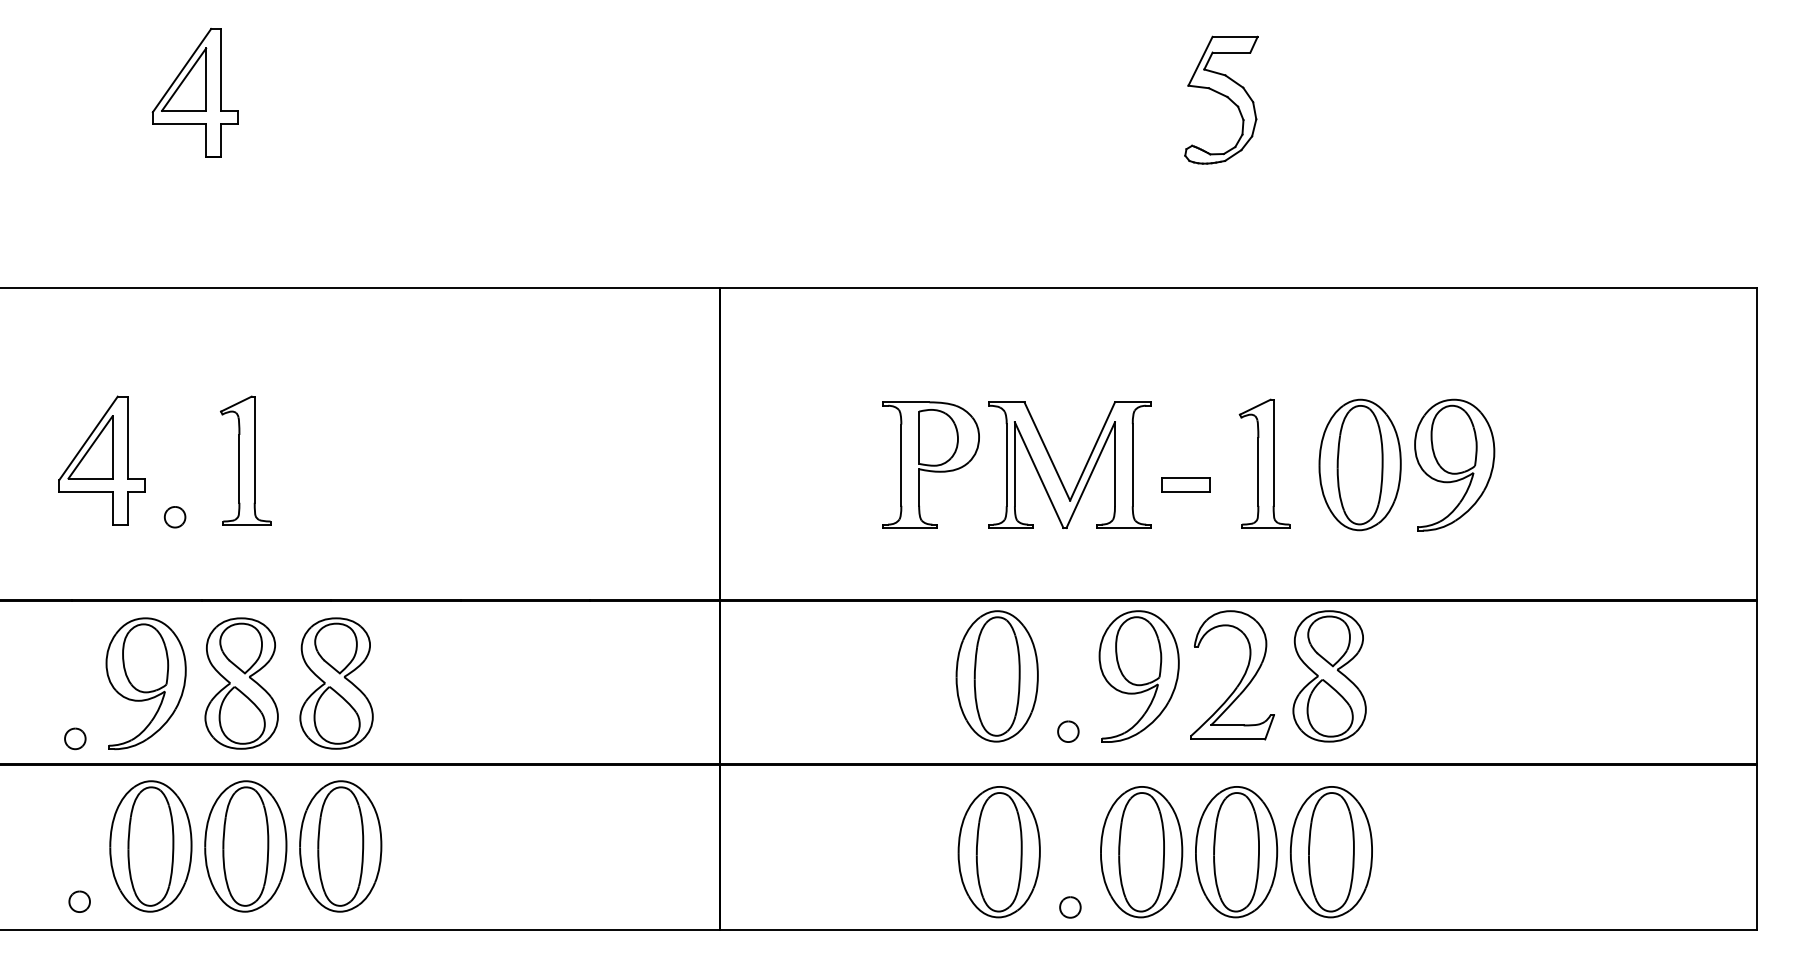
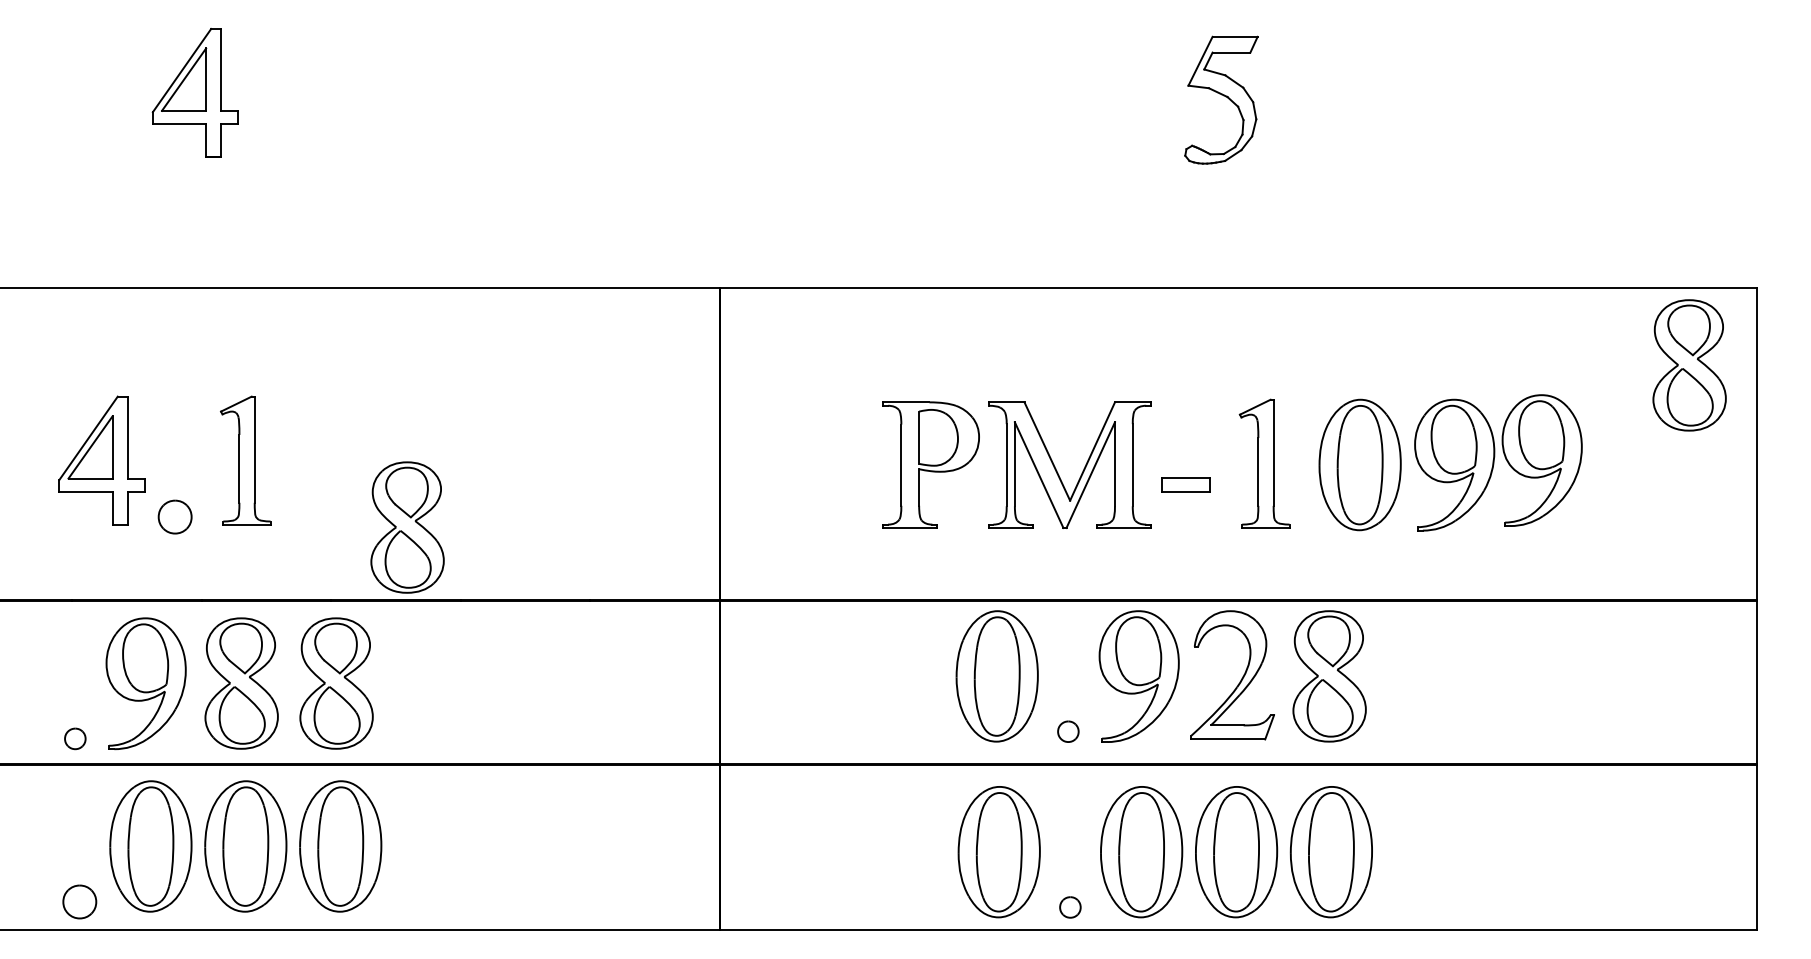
part at (1689, 365): none -> present
part at (1541, 460): none -> present
part at (174, 517) size: 24x23 px -> 36x36 px
part at (407, 527): none -> present
part at (79, 901) size: 23x23 px -> 36x36 px
